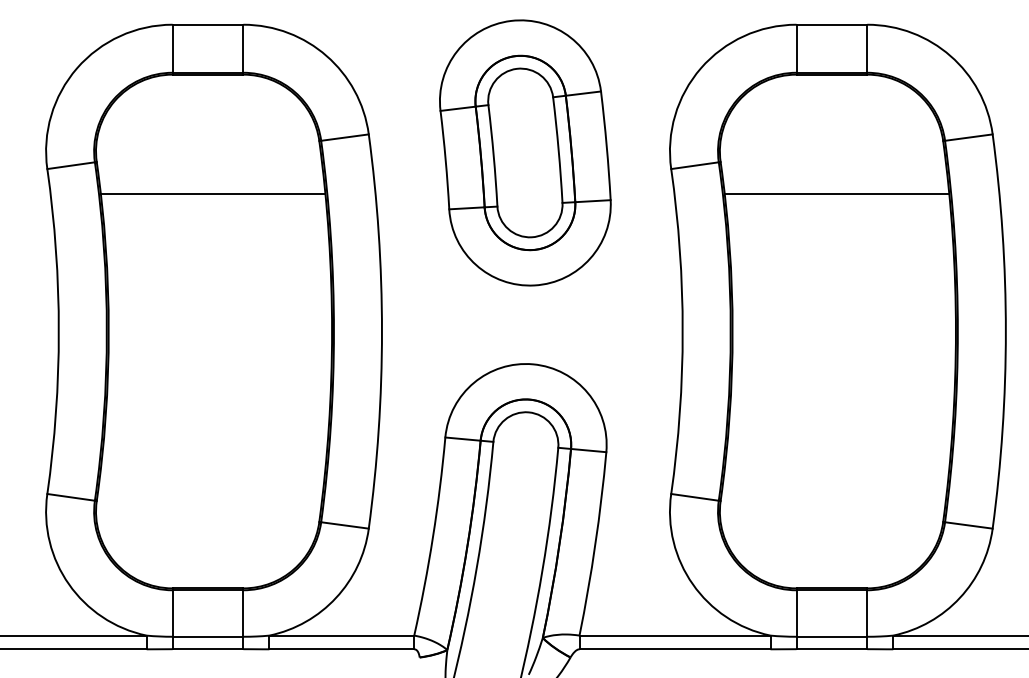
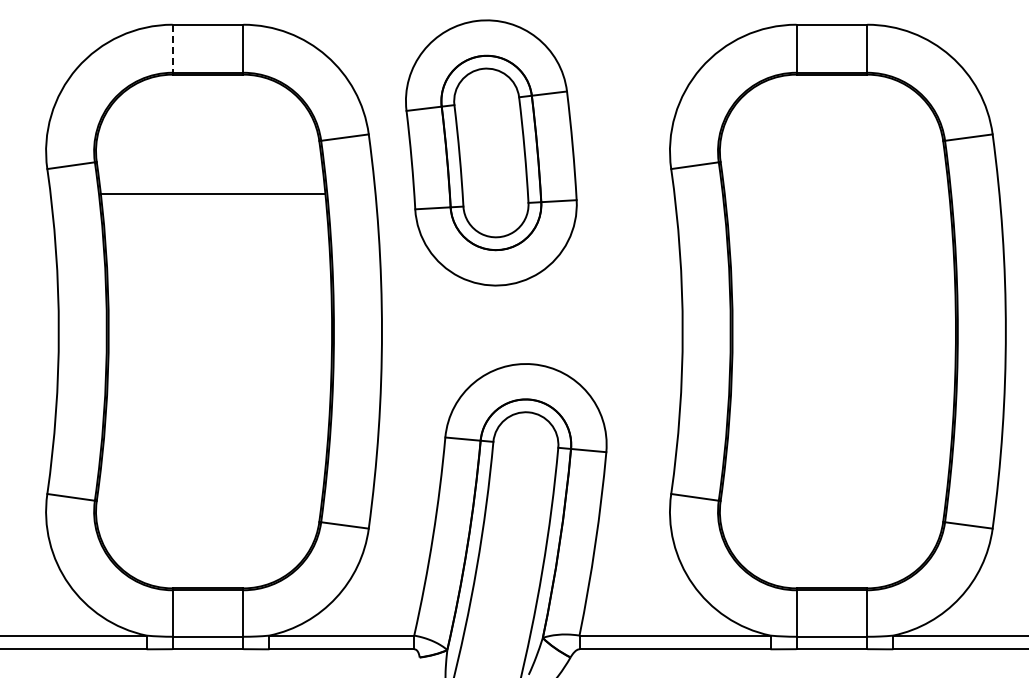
line at (172, 49): solid -> dashed
part at (525, 152) position: (525, 152) -> (491, 152)
line at (836, 193): present -> none
